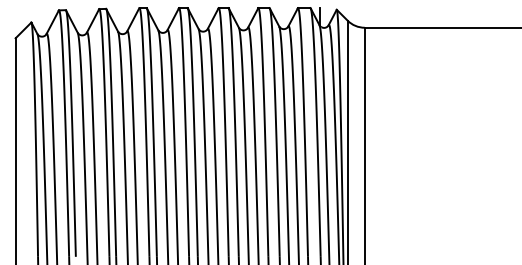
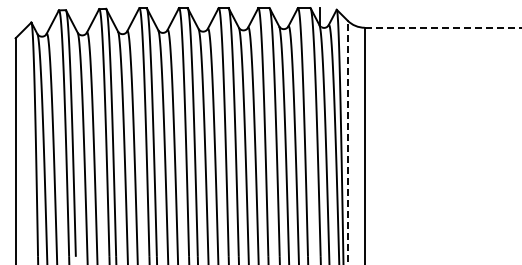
line at (443, 27): solid -> dashed
line at (347, 142): solid -> dashed
